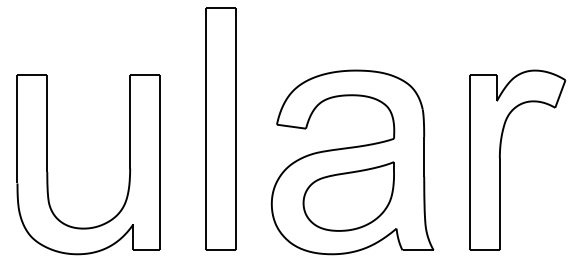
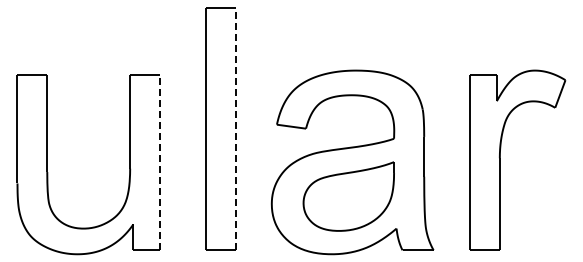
line at (235, 128): solid -> dashed
line at (159, 162): solid -> dashed
